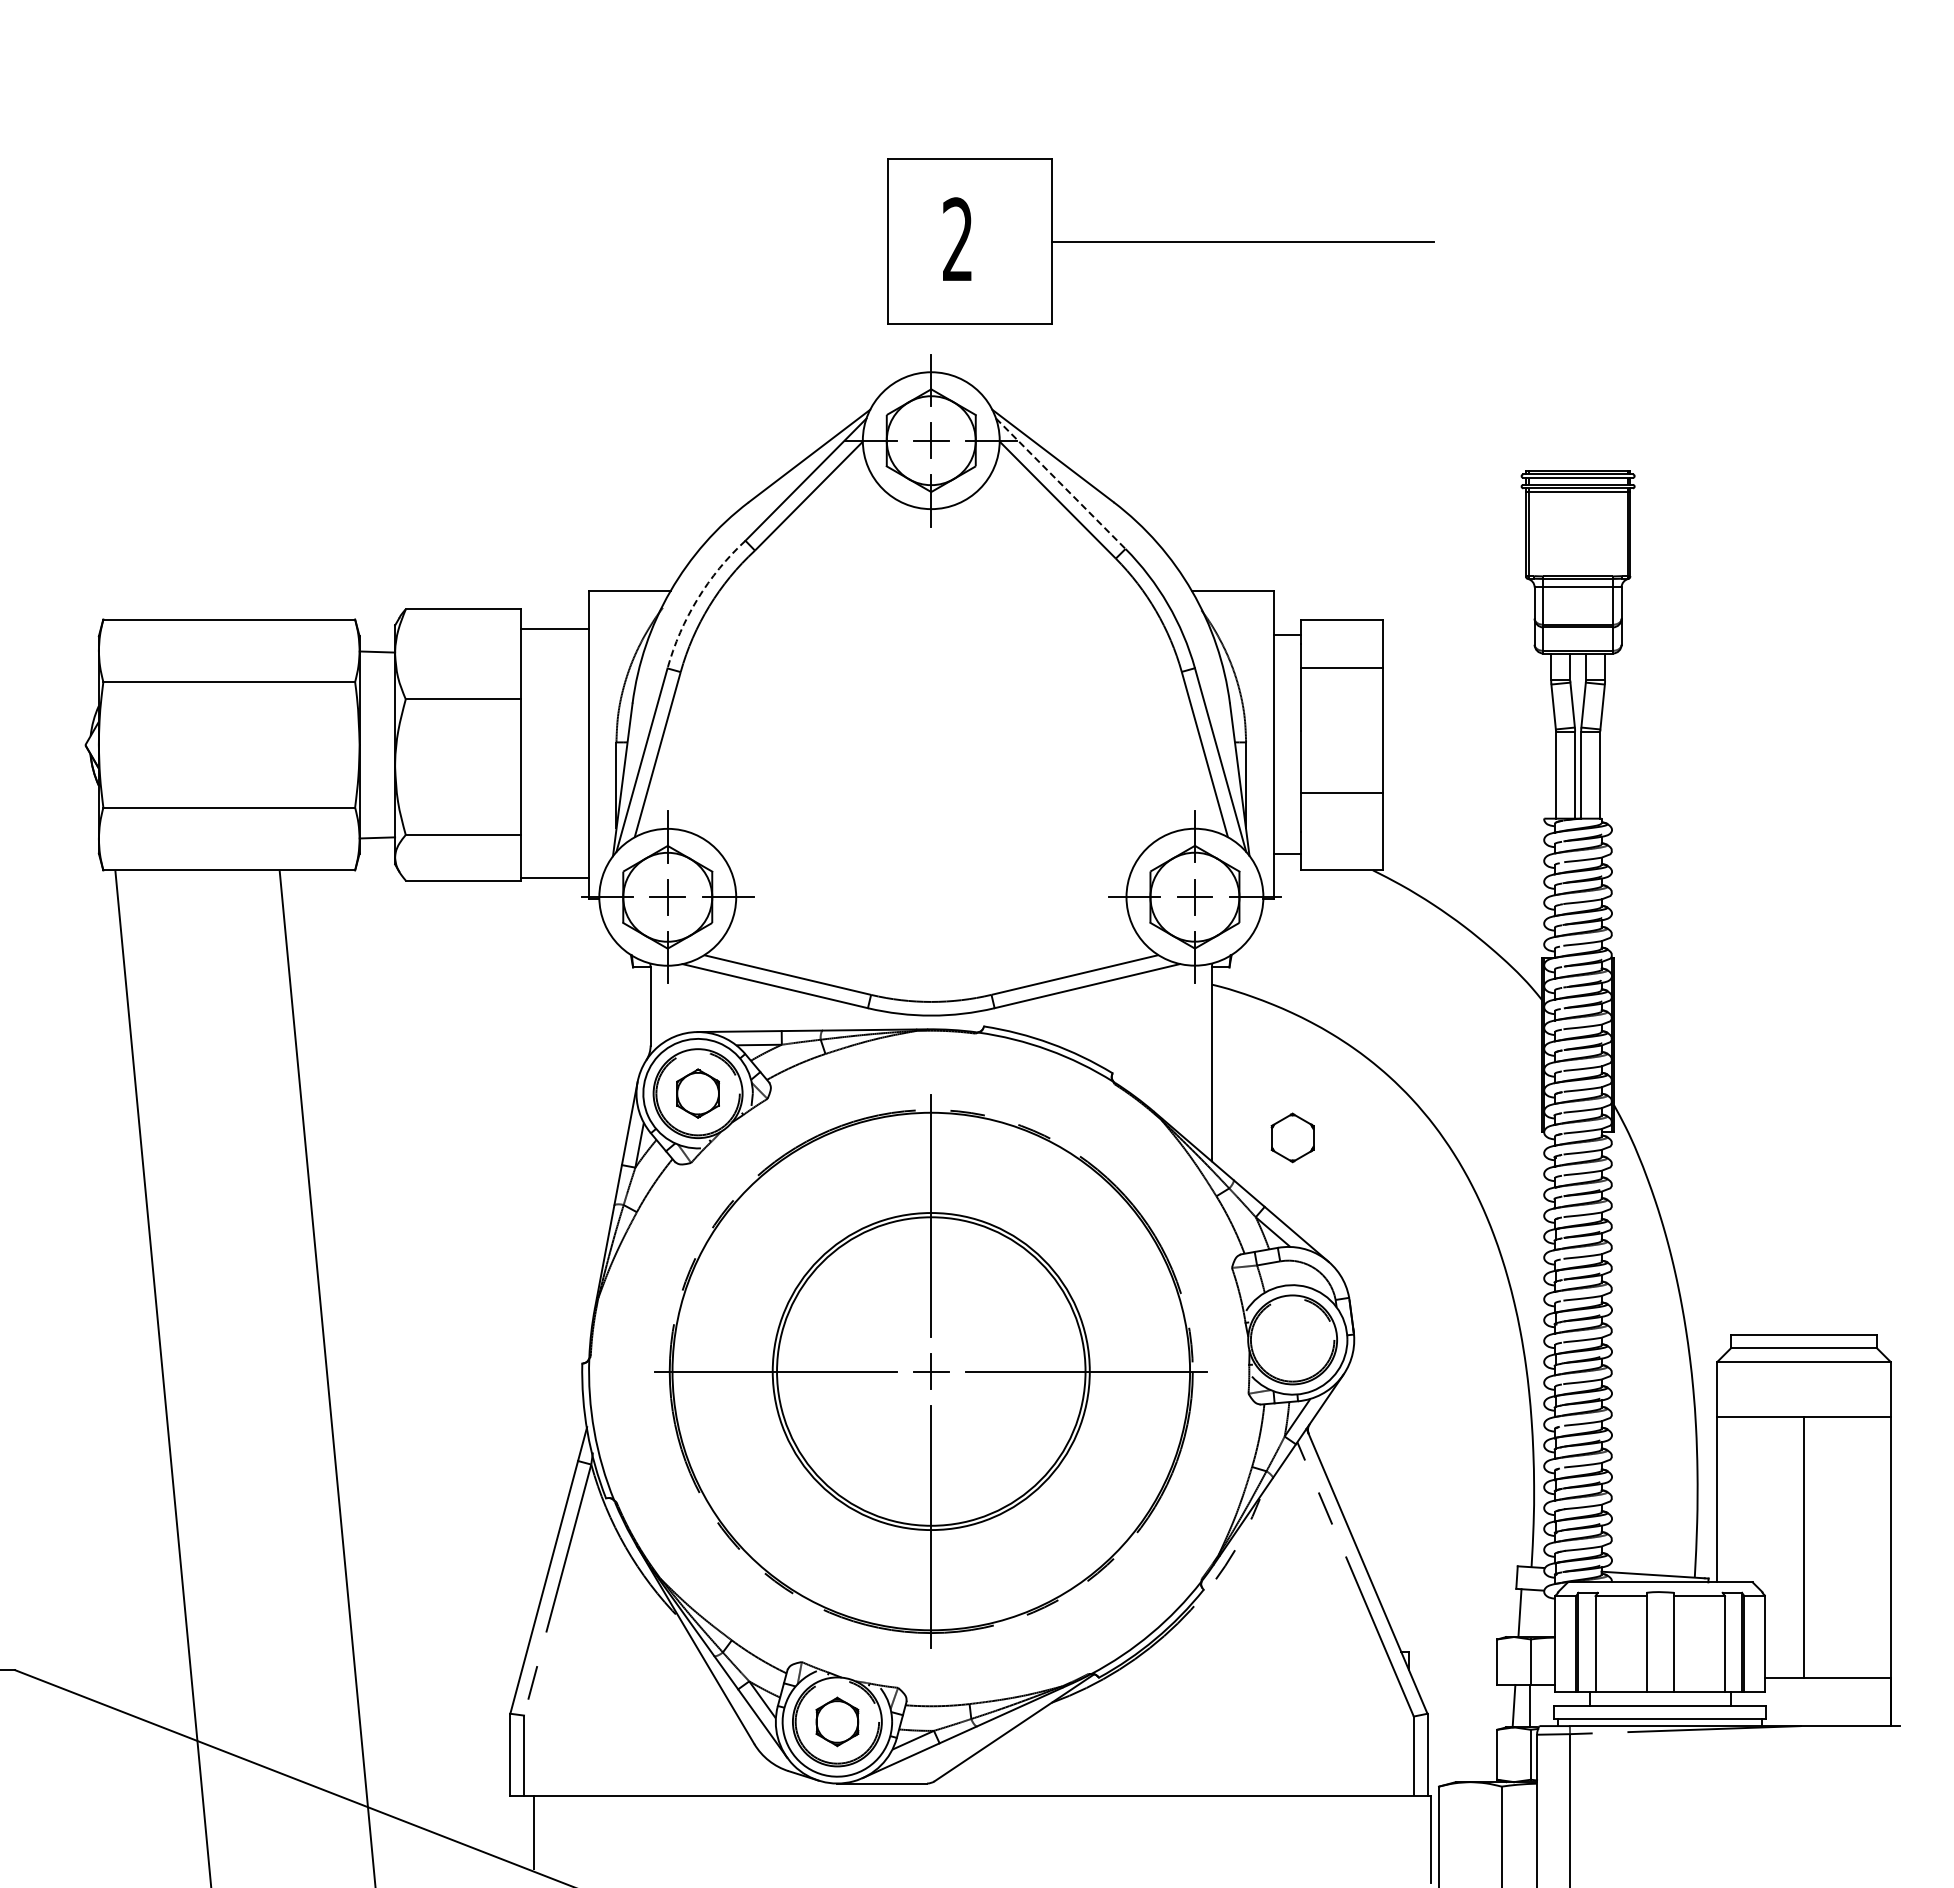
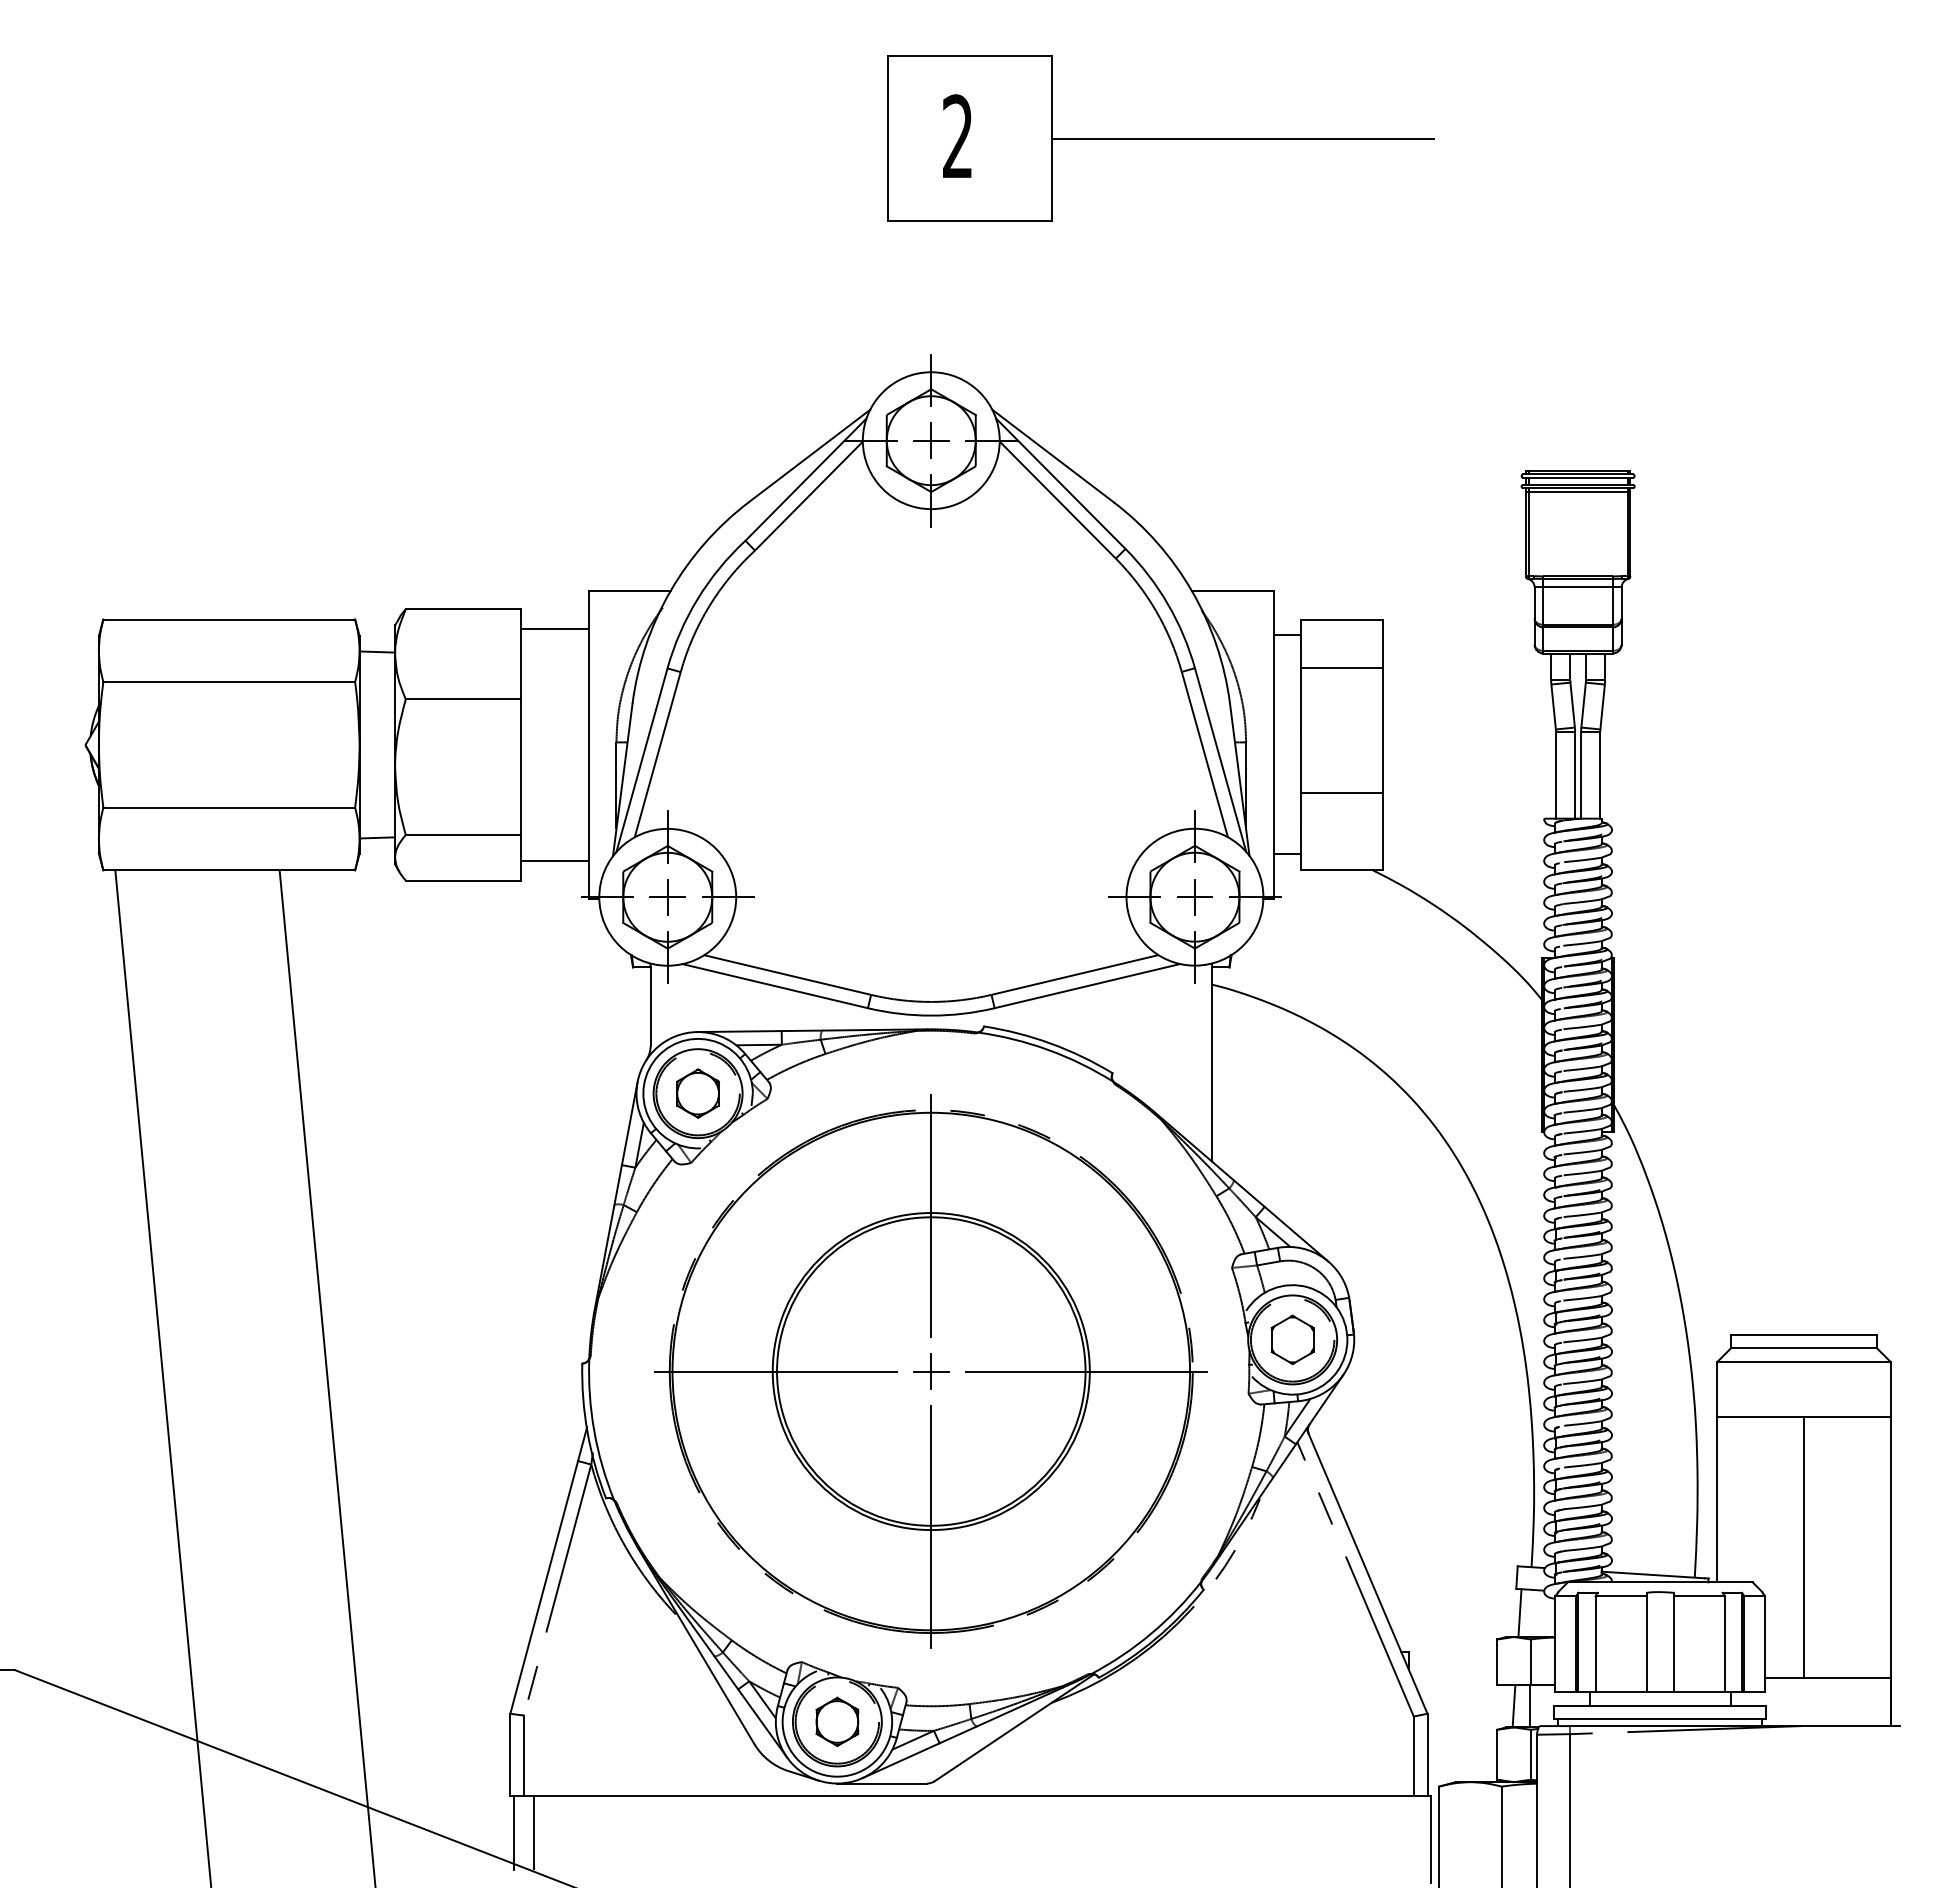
part at (1160, 241) position: (1160, 241) -> (1160, 138)
line at (1060, 483): dashed -> solid
arc at (697, 599): dashed -> solid
line at (554, 878) position: (554, 878) -> (554, 861)
part at (1292, 1137) position: (1292, 1137) -> (1292, 1339)
line at (513, 1832): none -> present
